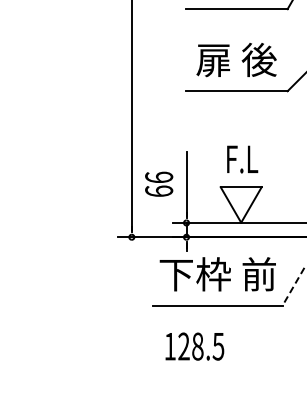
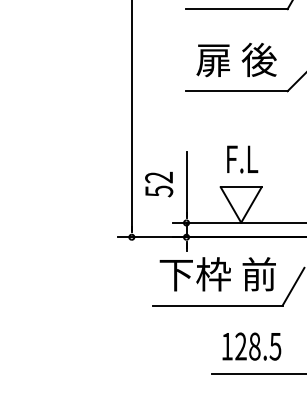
text at (159, 184): 66 -> 52
line at (293, 286): dashed -> solid
text at (194, 346) position: (194, 346) -> (251, 346)
line at (257, 373): none -> present
